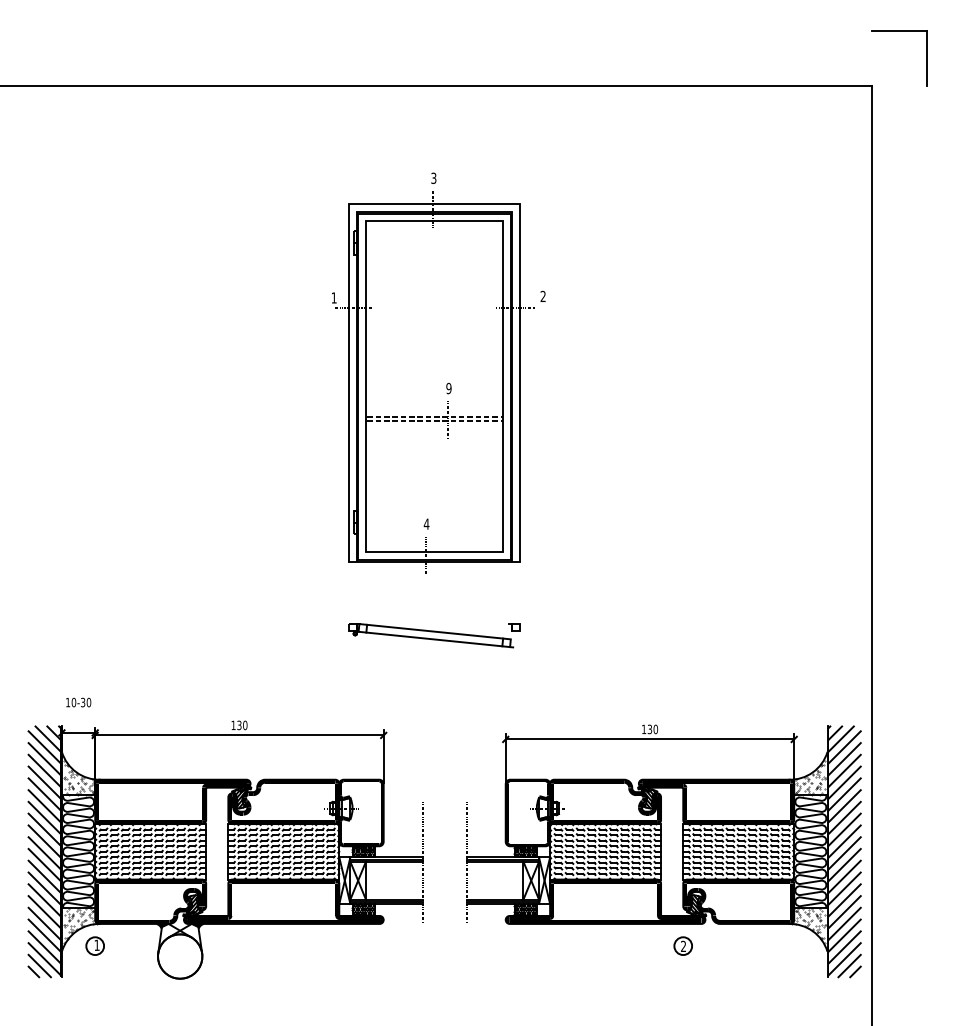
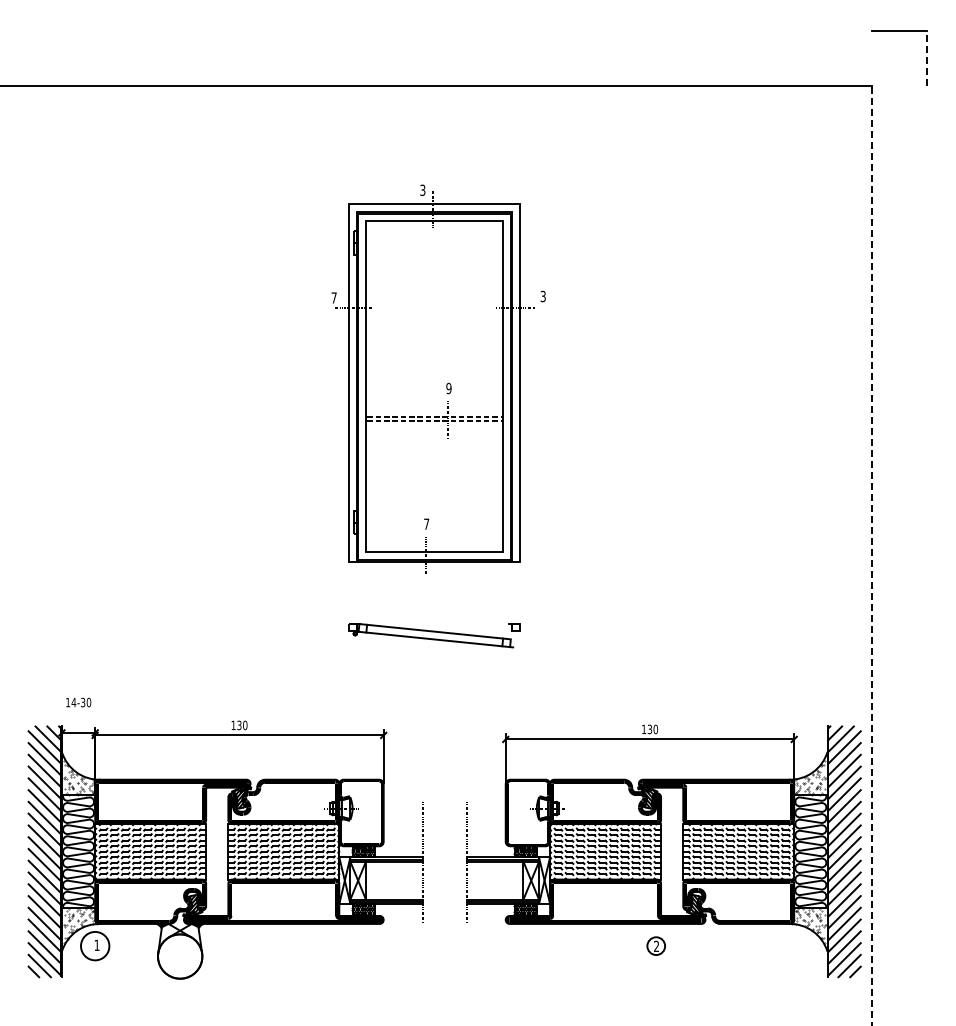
line at (927, 58): solid -> dashed
text at (433, 177) position: (433, 177) -> (422, 189)
text at (542, 296): 2 -> 3
text at (333, 297): 1 -> 7
text at (426, 523): 4 -> 7
line at (871, 555): solid -> dashed
text at (73, 702): 10-30 -> 14-30
part at (682, 945) position: (682, 945) -> (655, 945)
circle at (95, 946) diameter: 18 px -> 28 px
